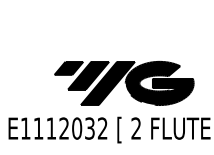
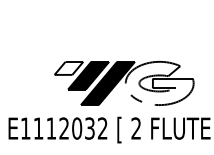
fill at (68, 67): present -> none
fill at (159, 83): present -> none
